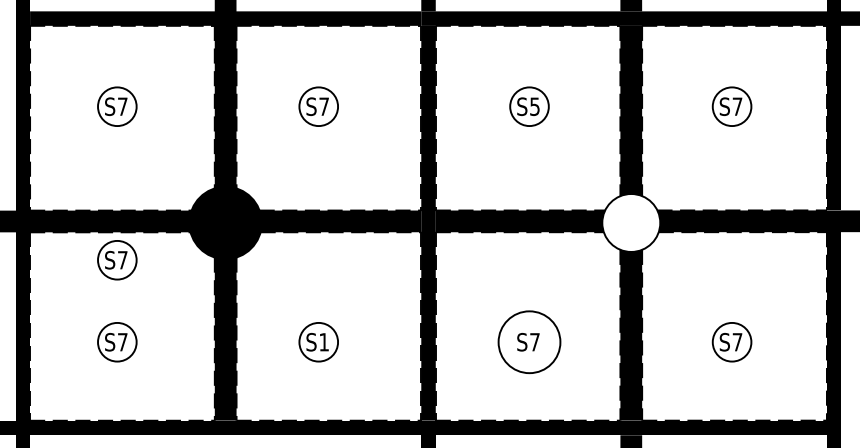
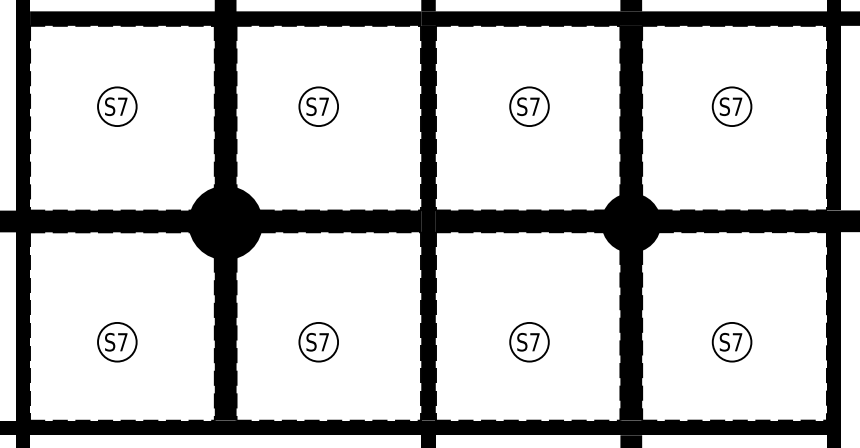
text at (534, 106): S5 -> S7
fill at (631, 222): none -> present
part at (117, 260): present -> none
text at (323, 342): S1 -> S7
circle at (529, 342) diameter: 62 px -> 39 px
